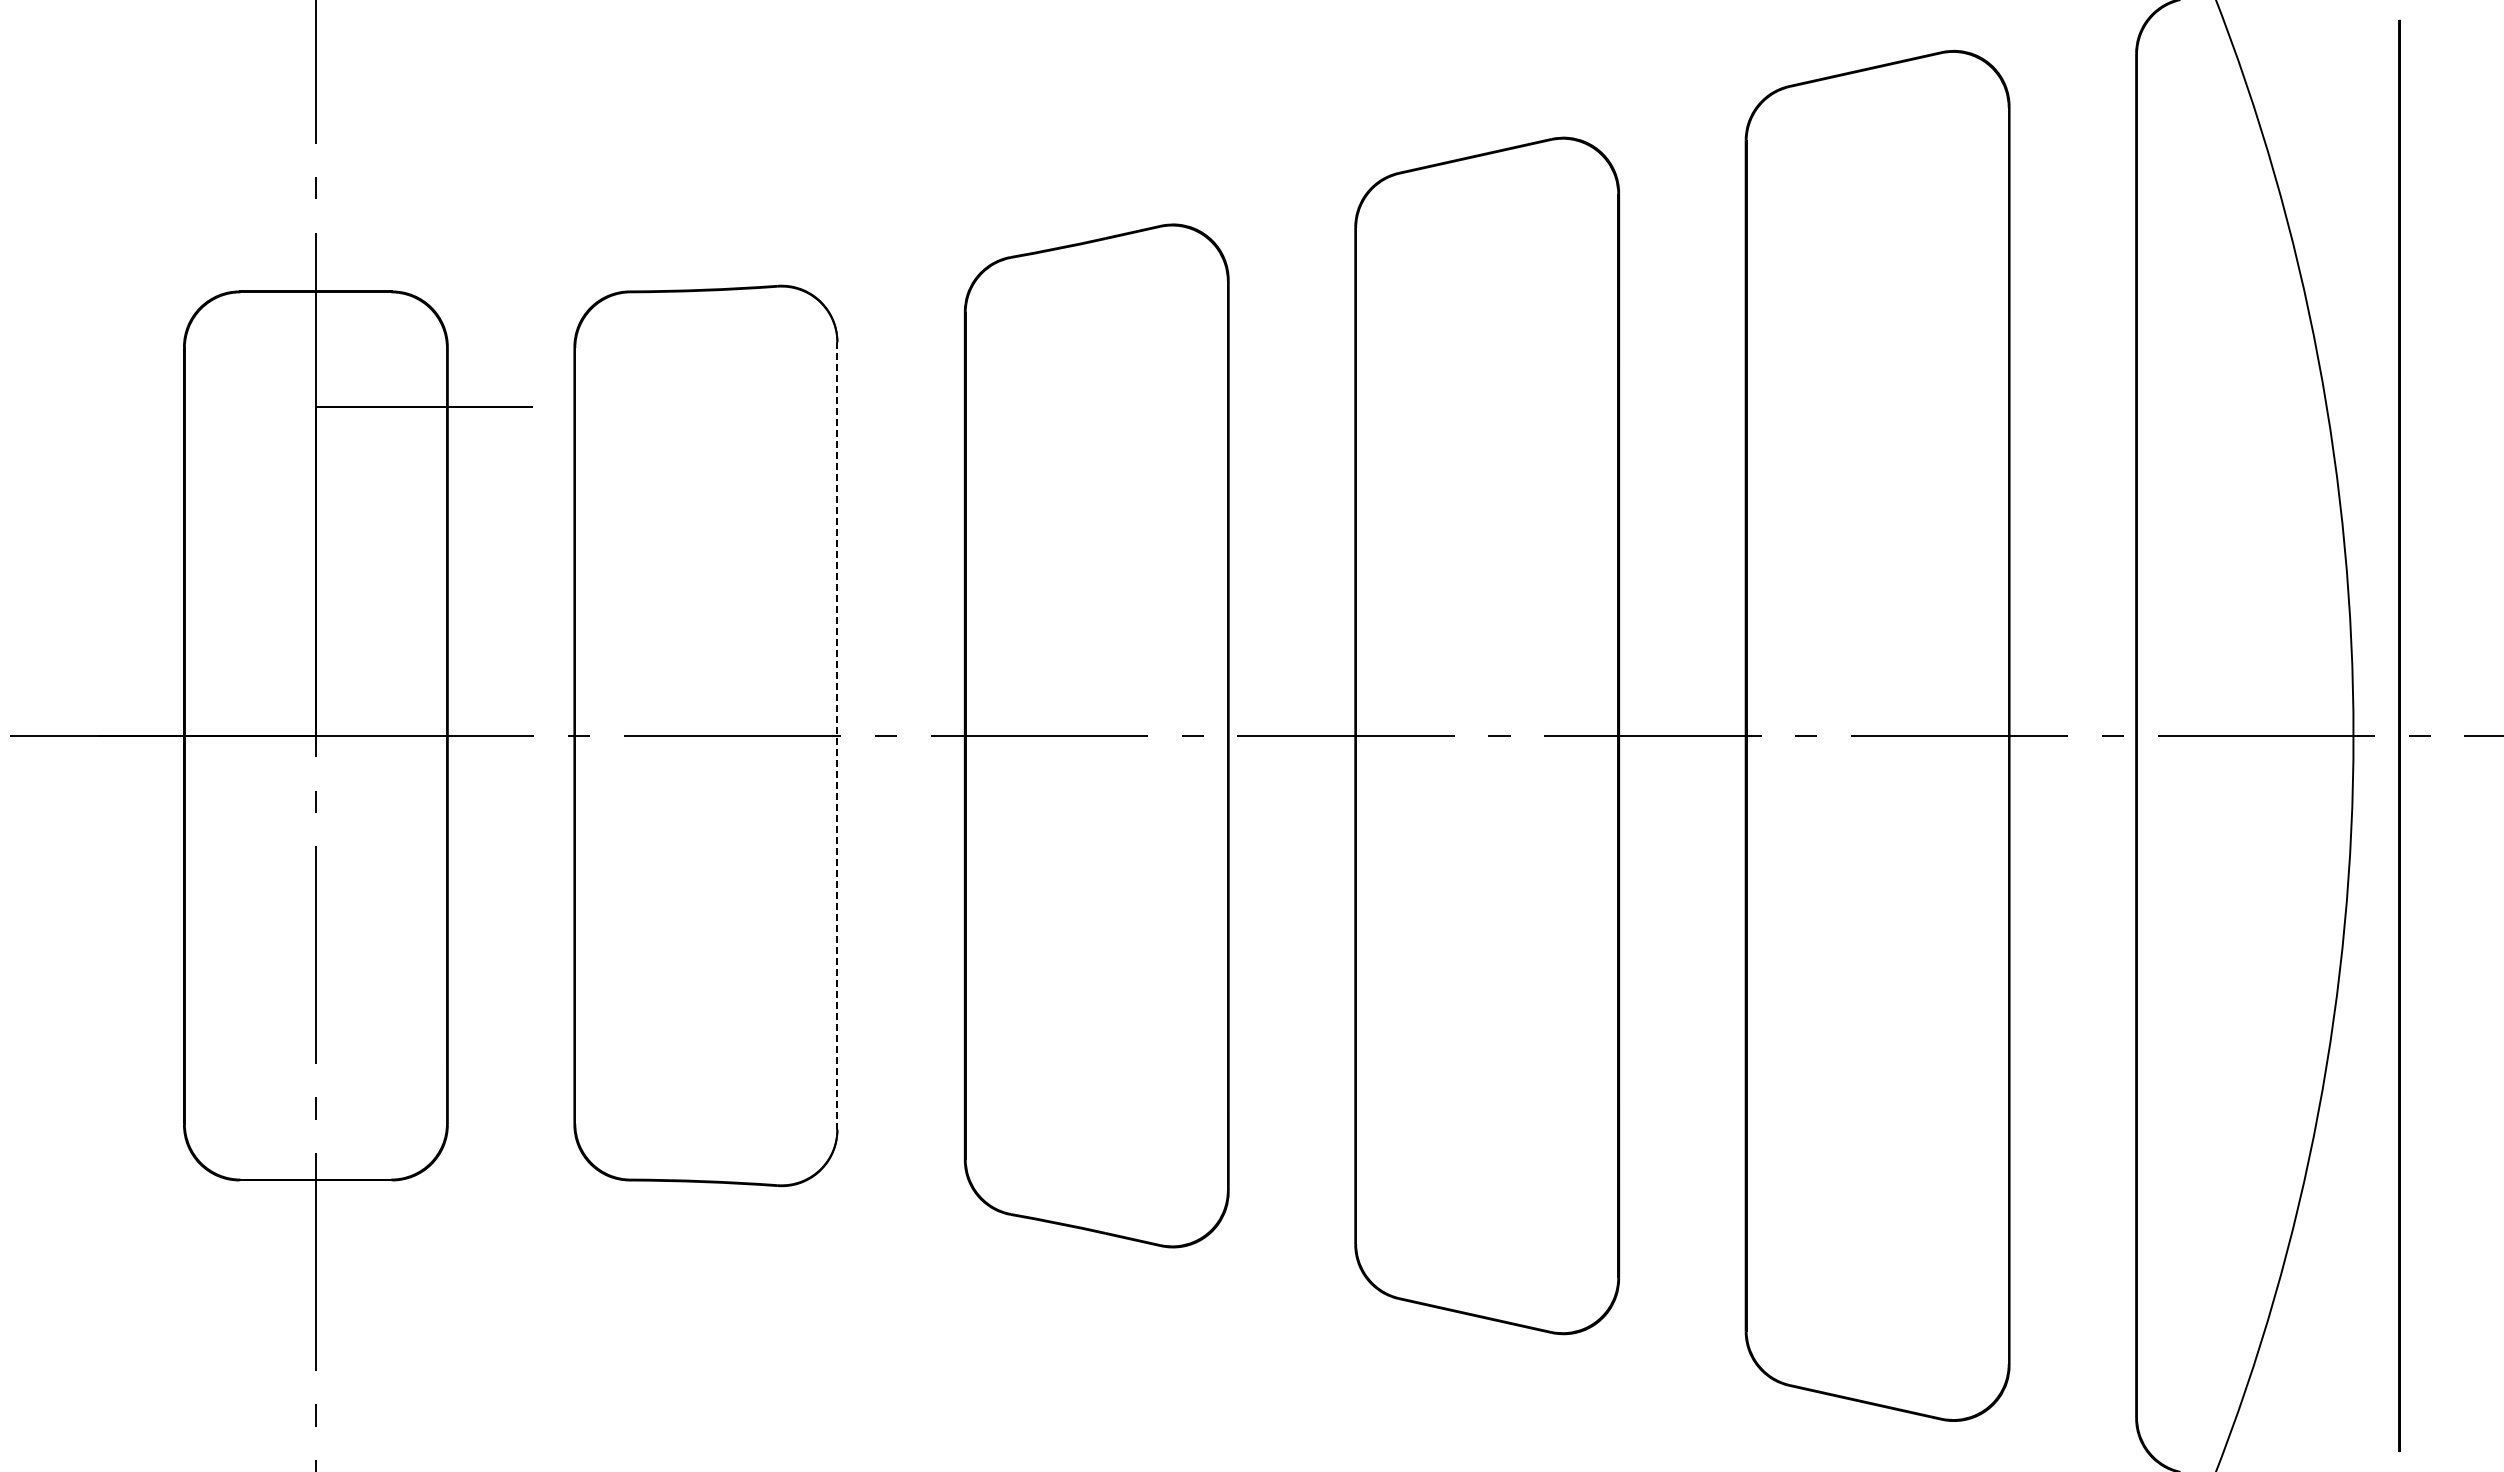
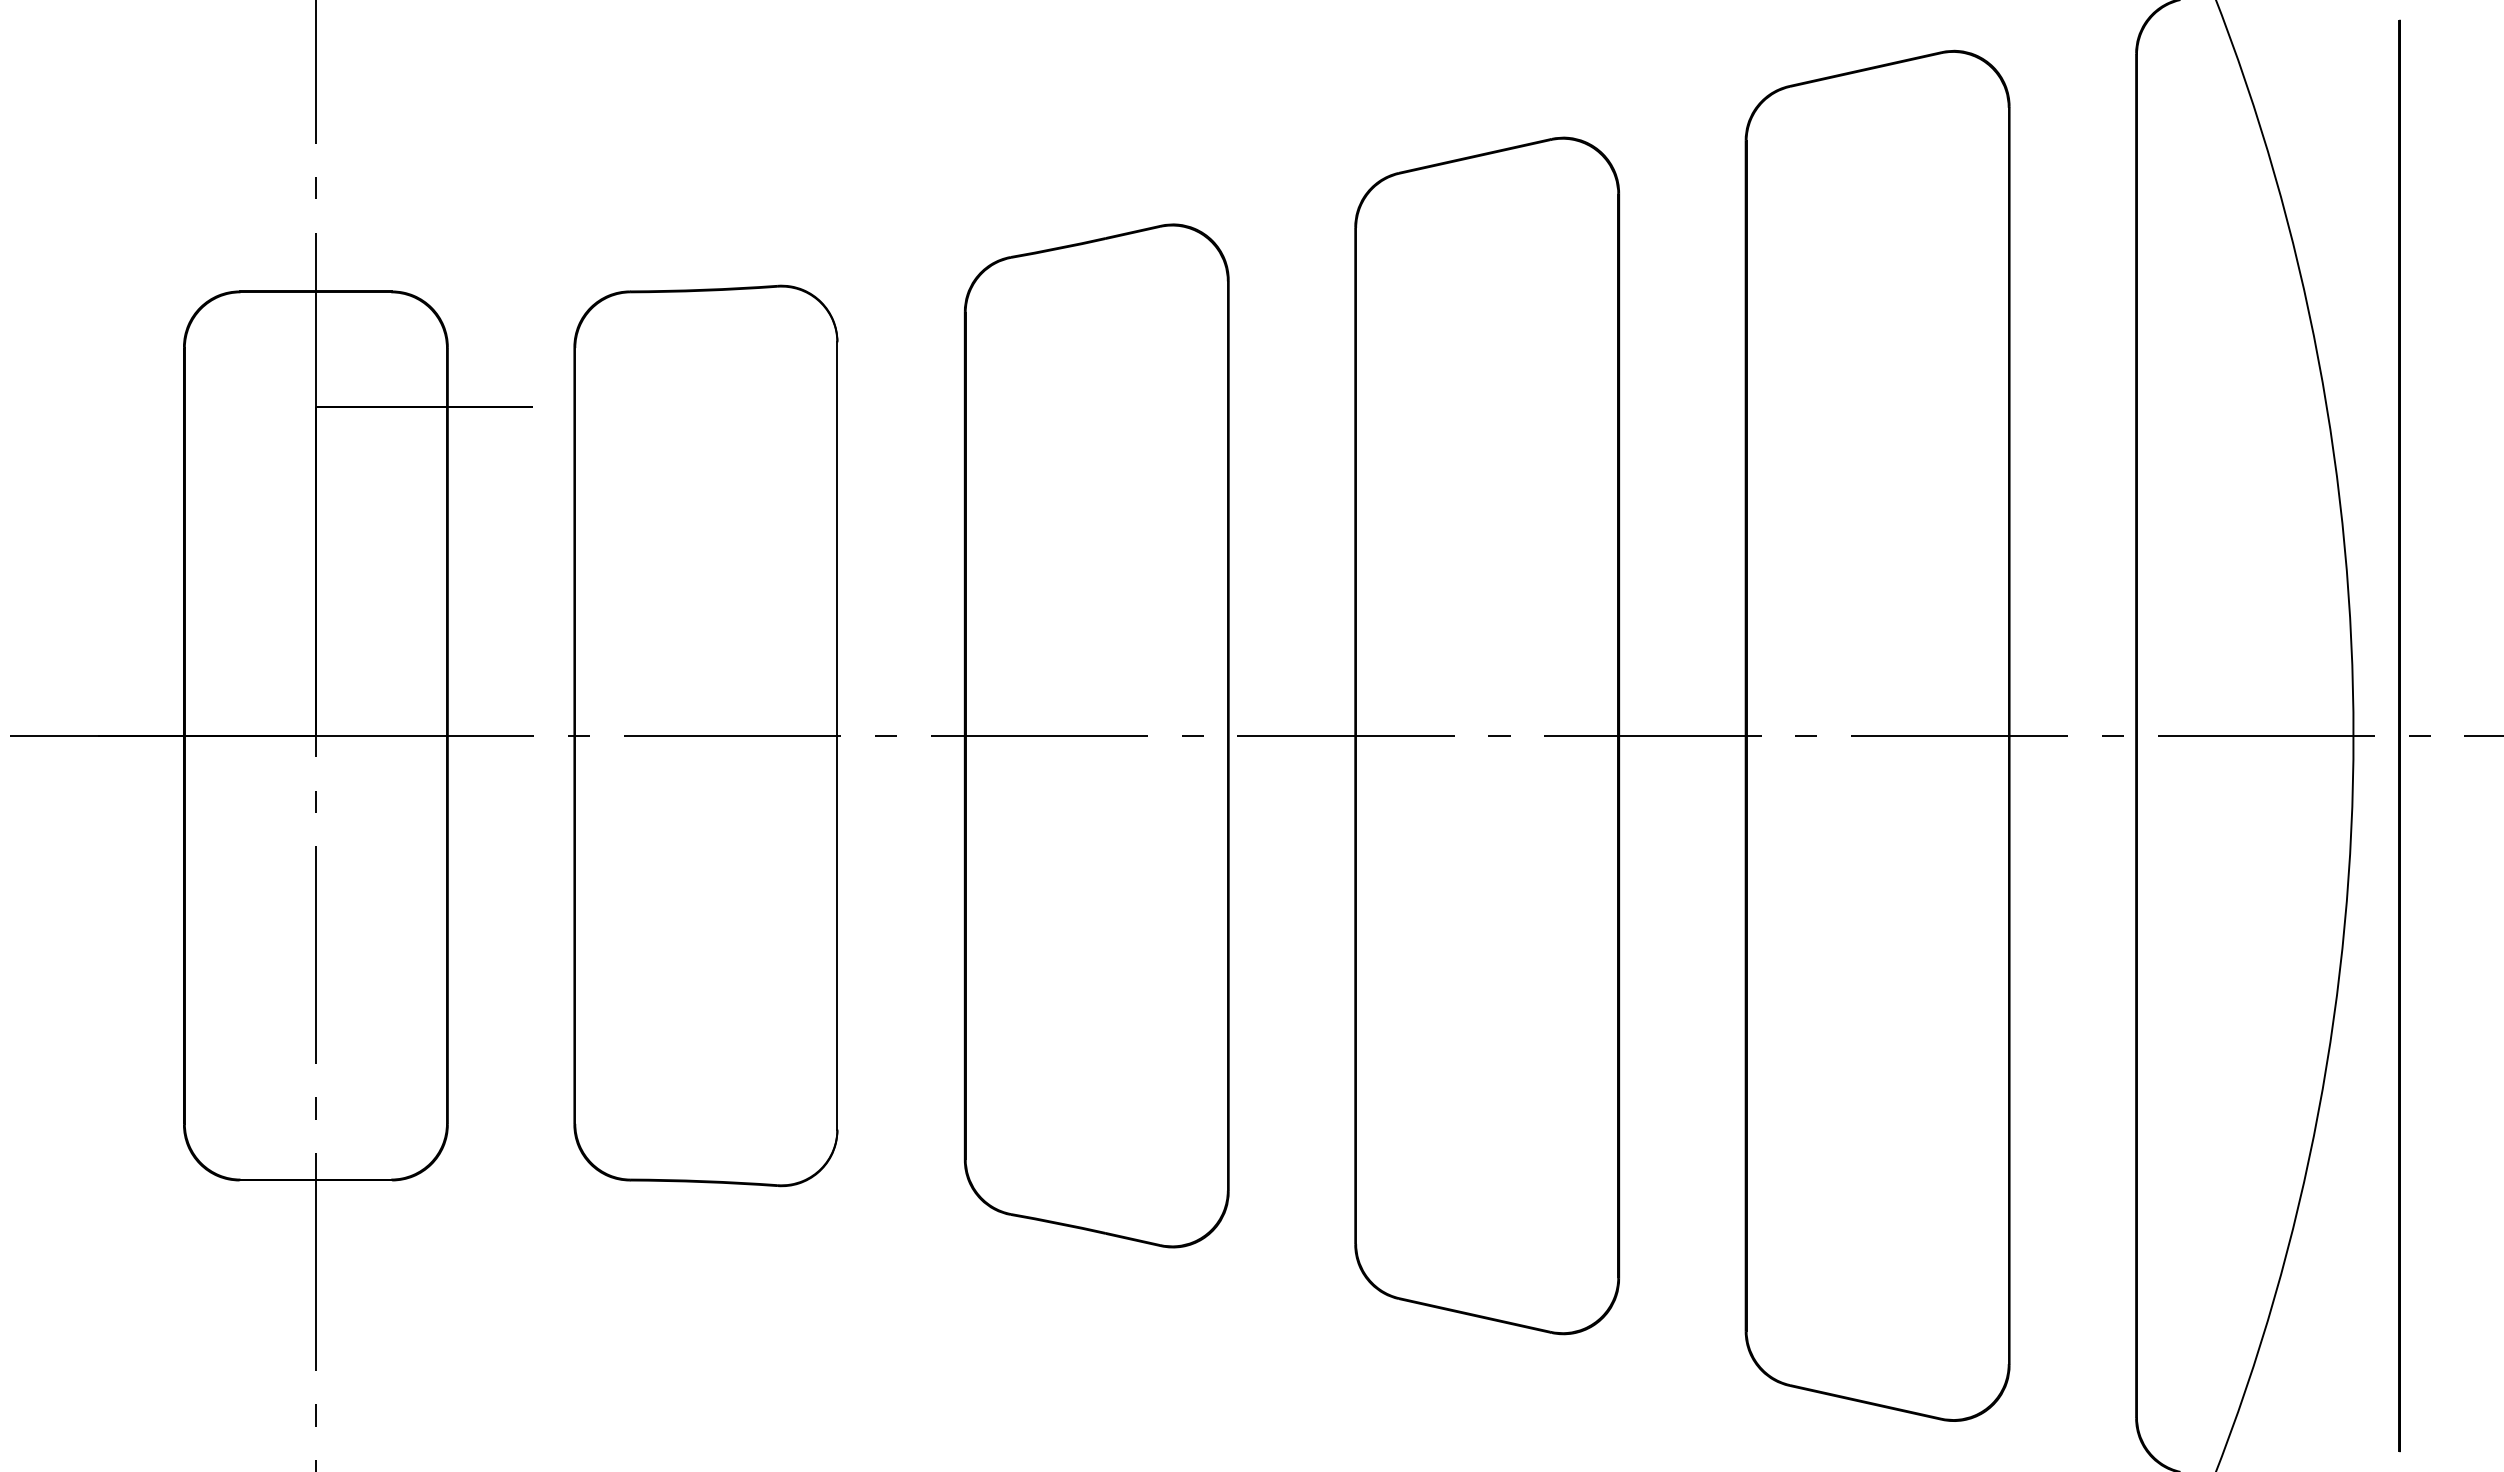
line at (837, 735): dashed -> solid
